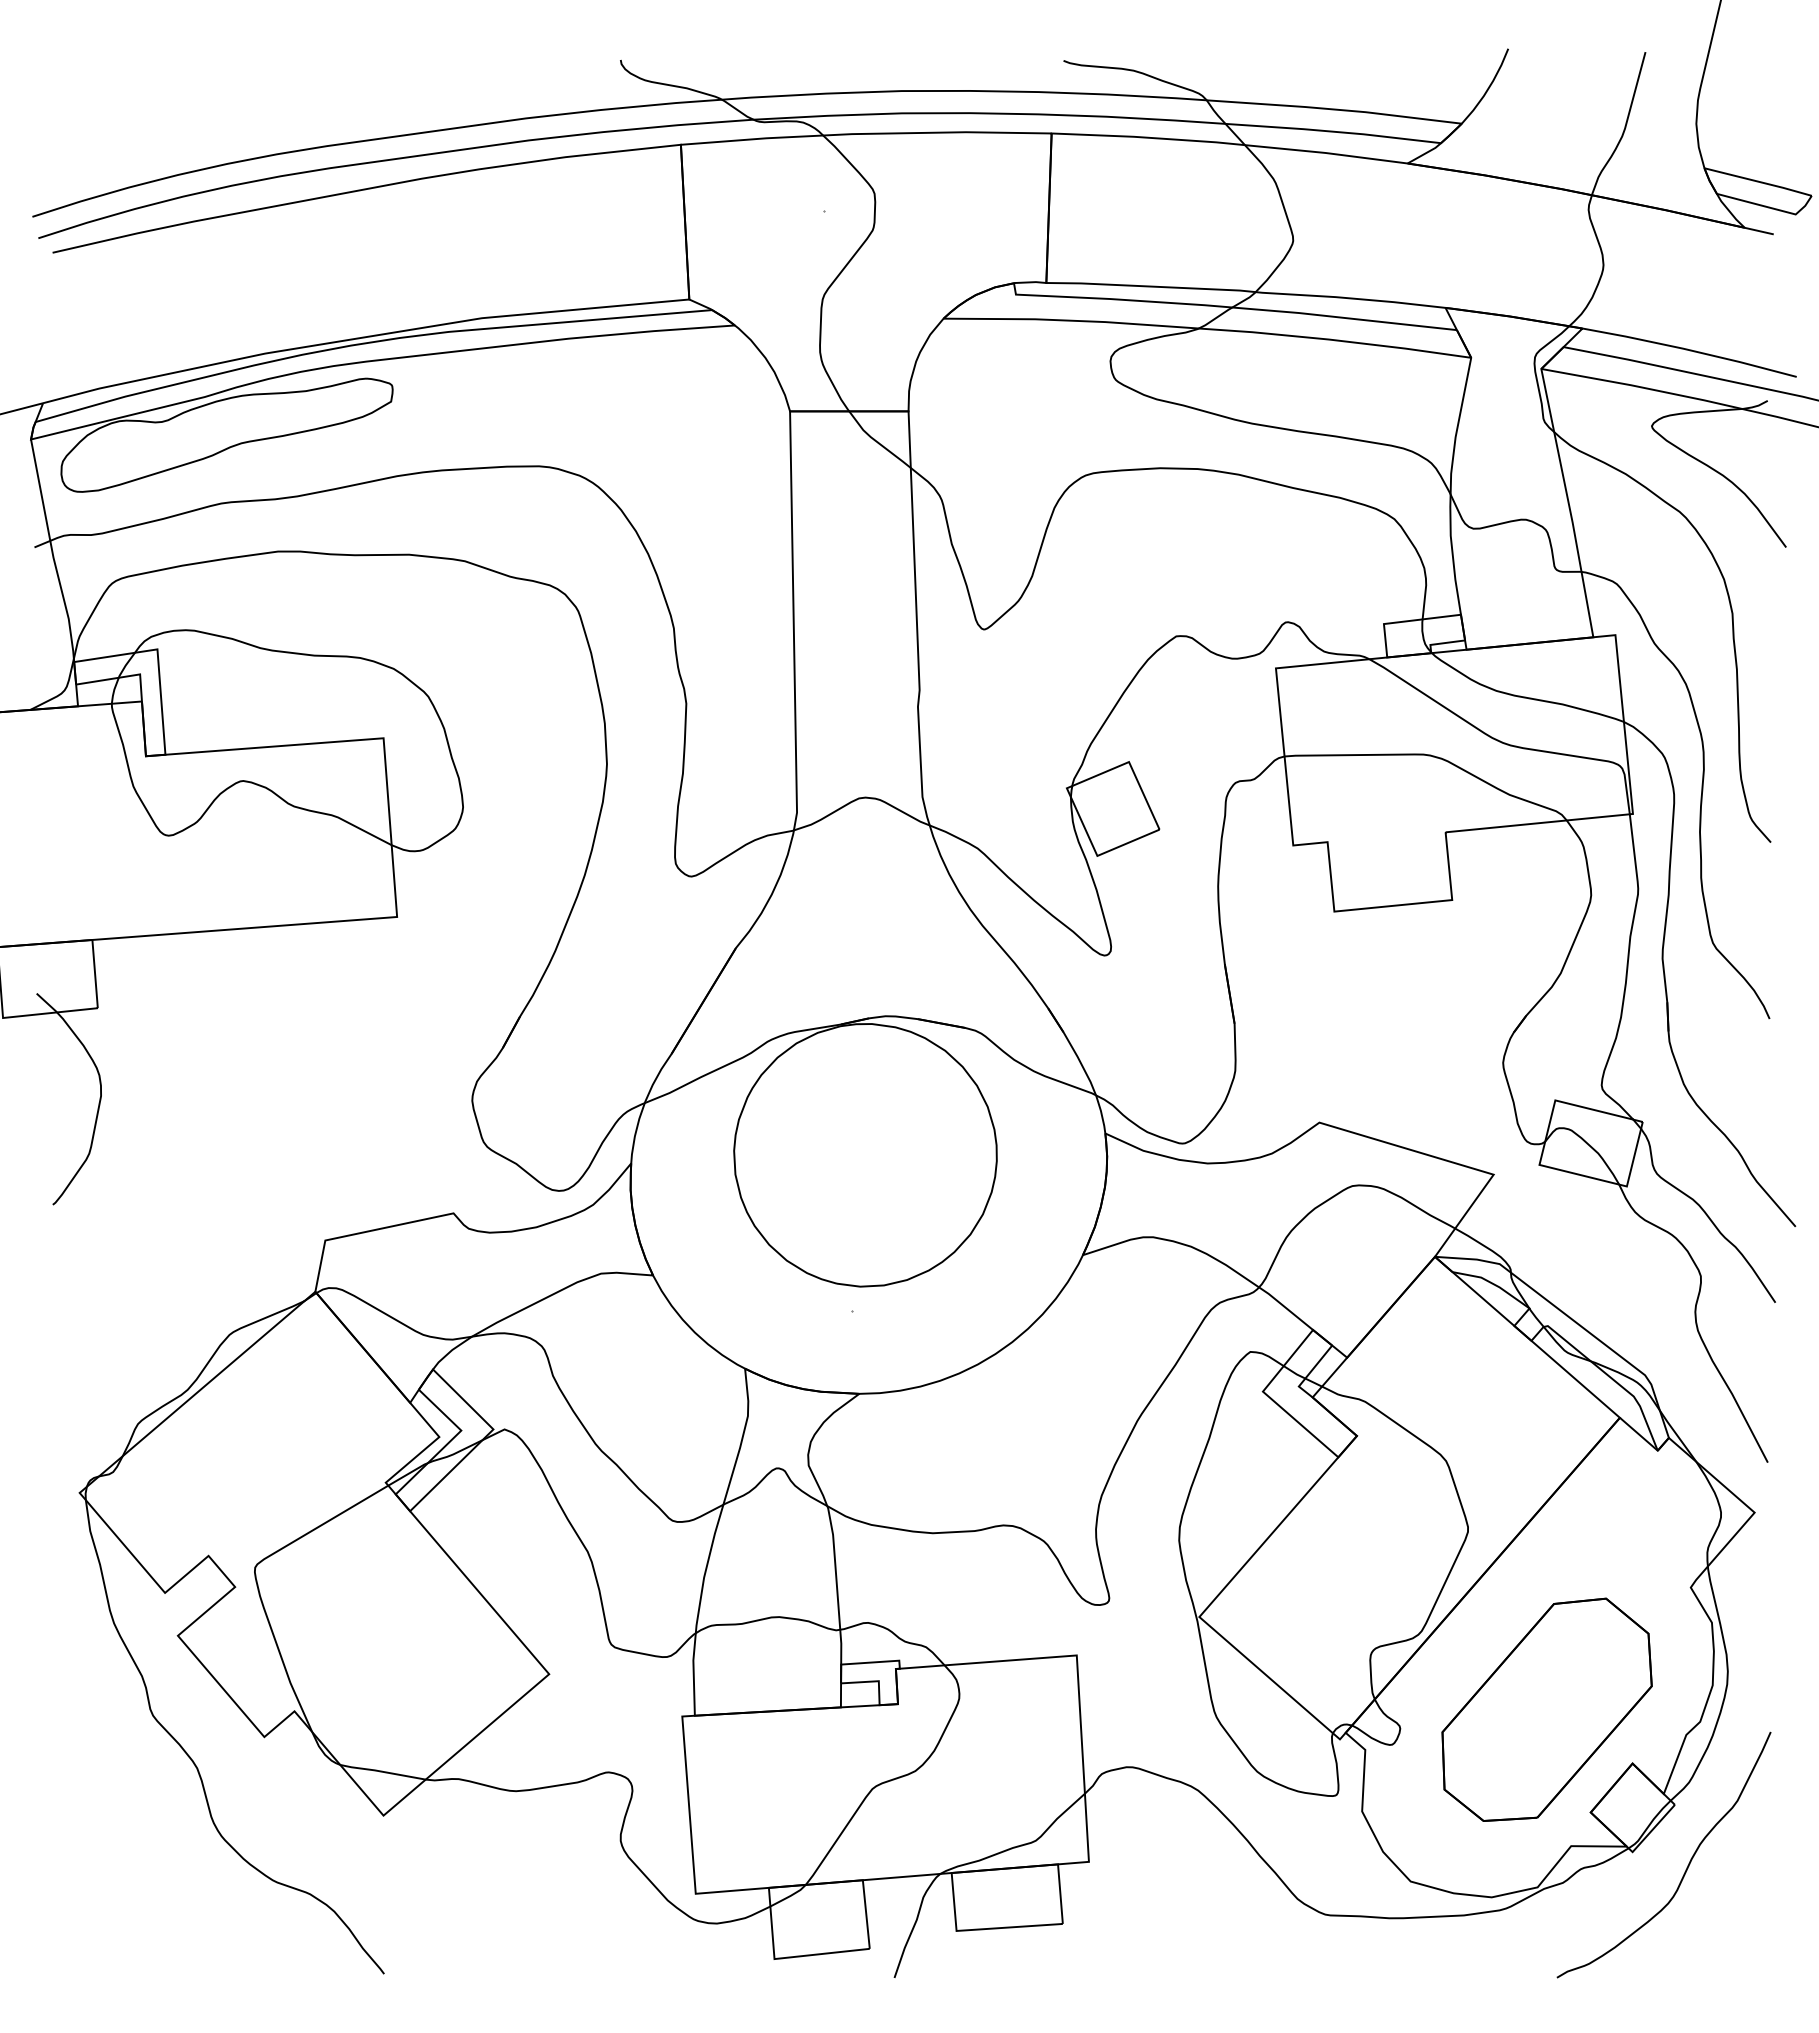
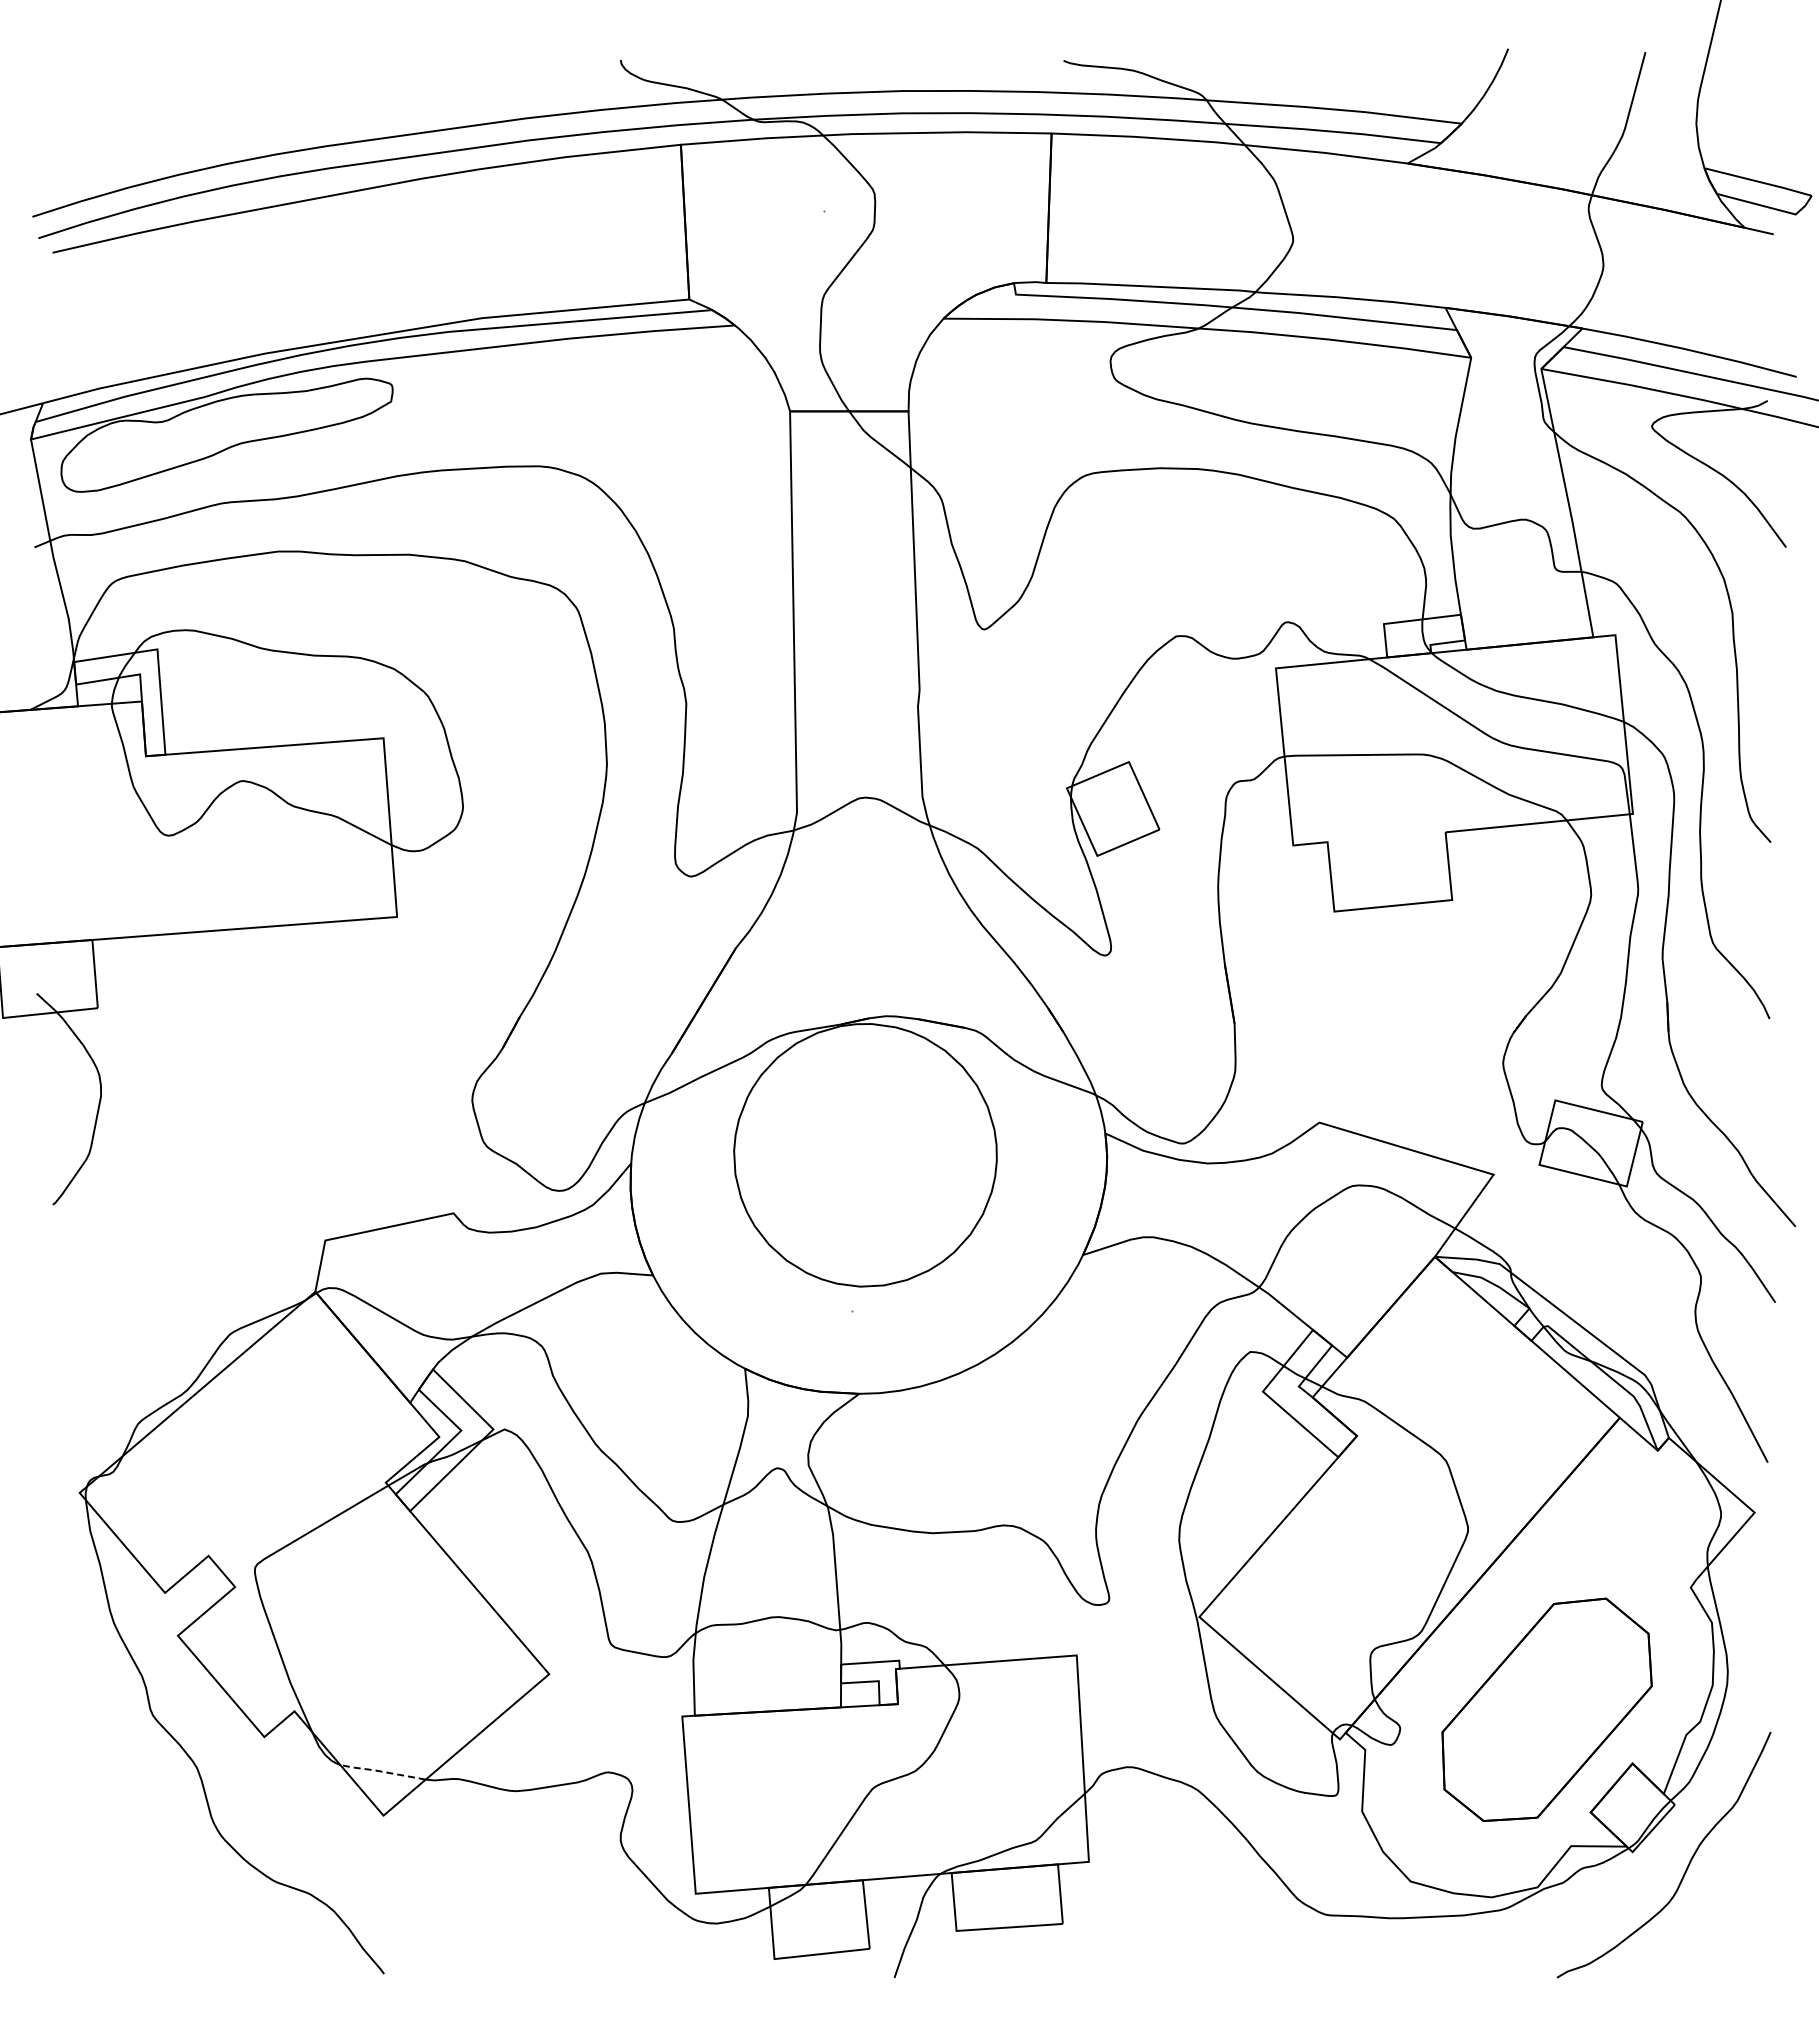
line at (381, 1771): solid -> dashed
